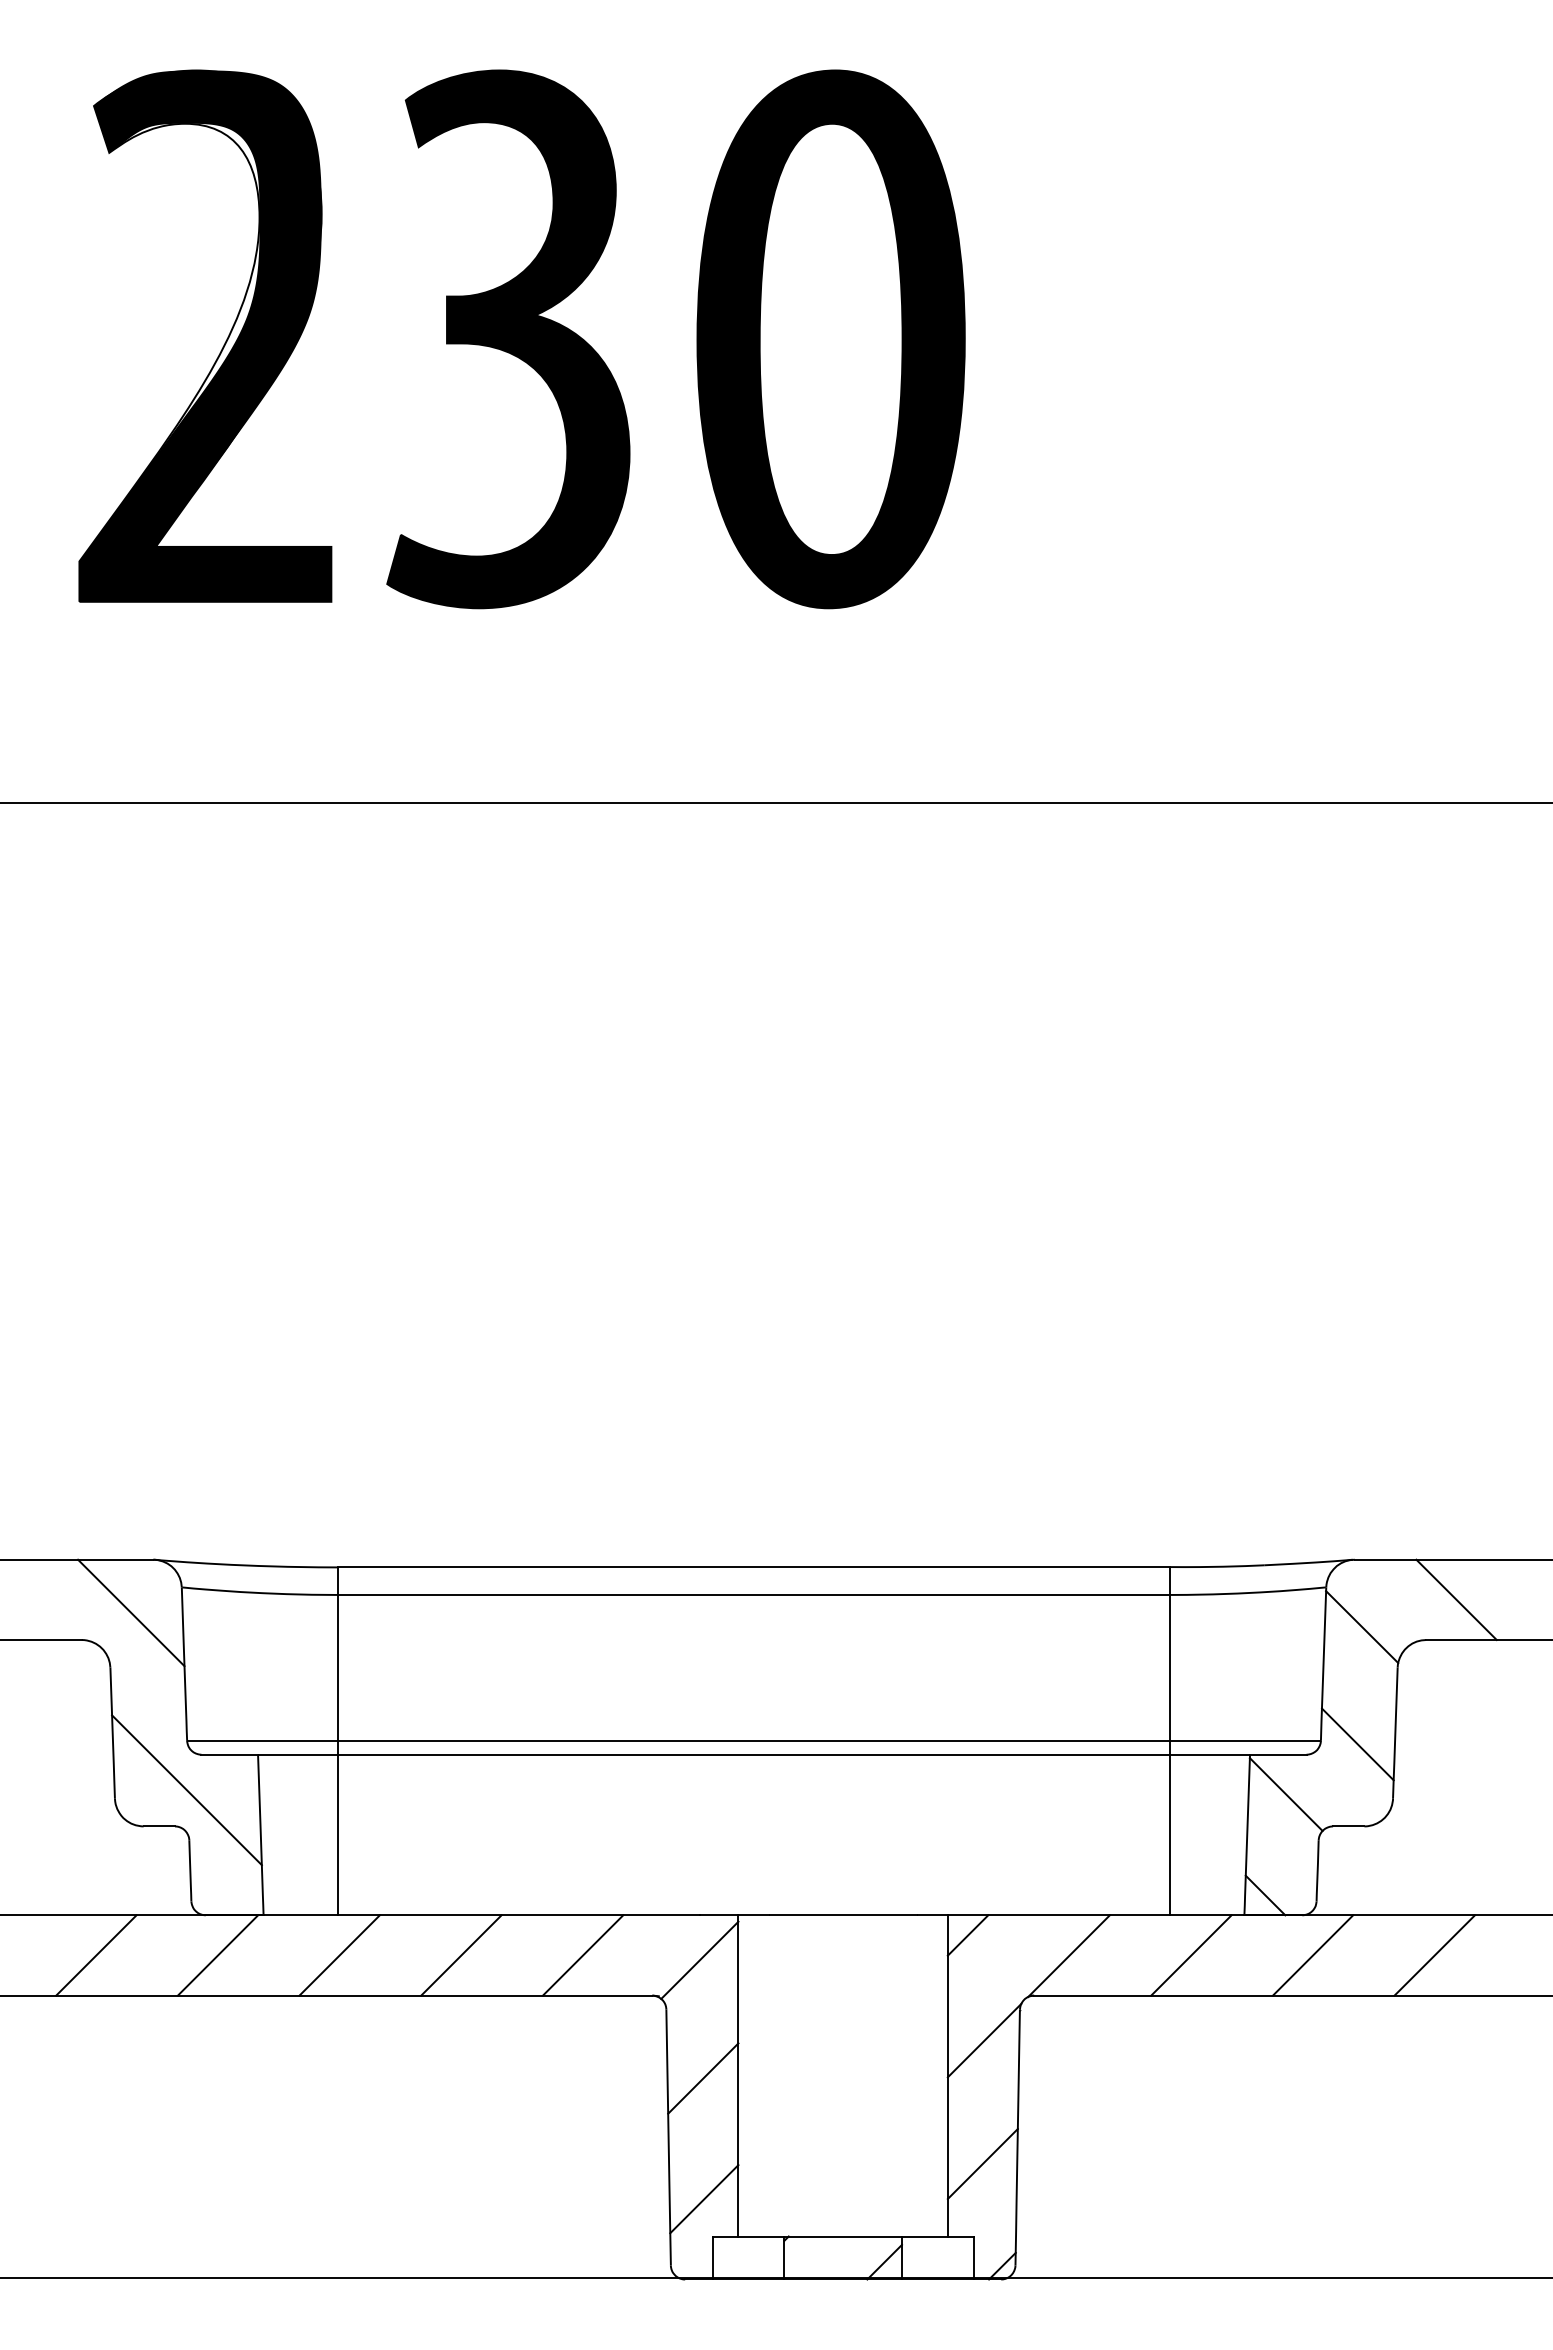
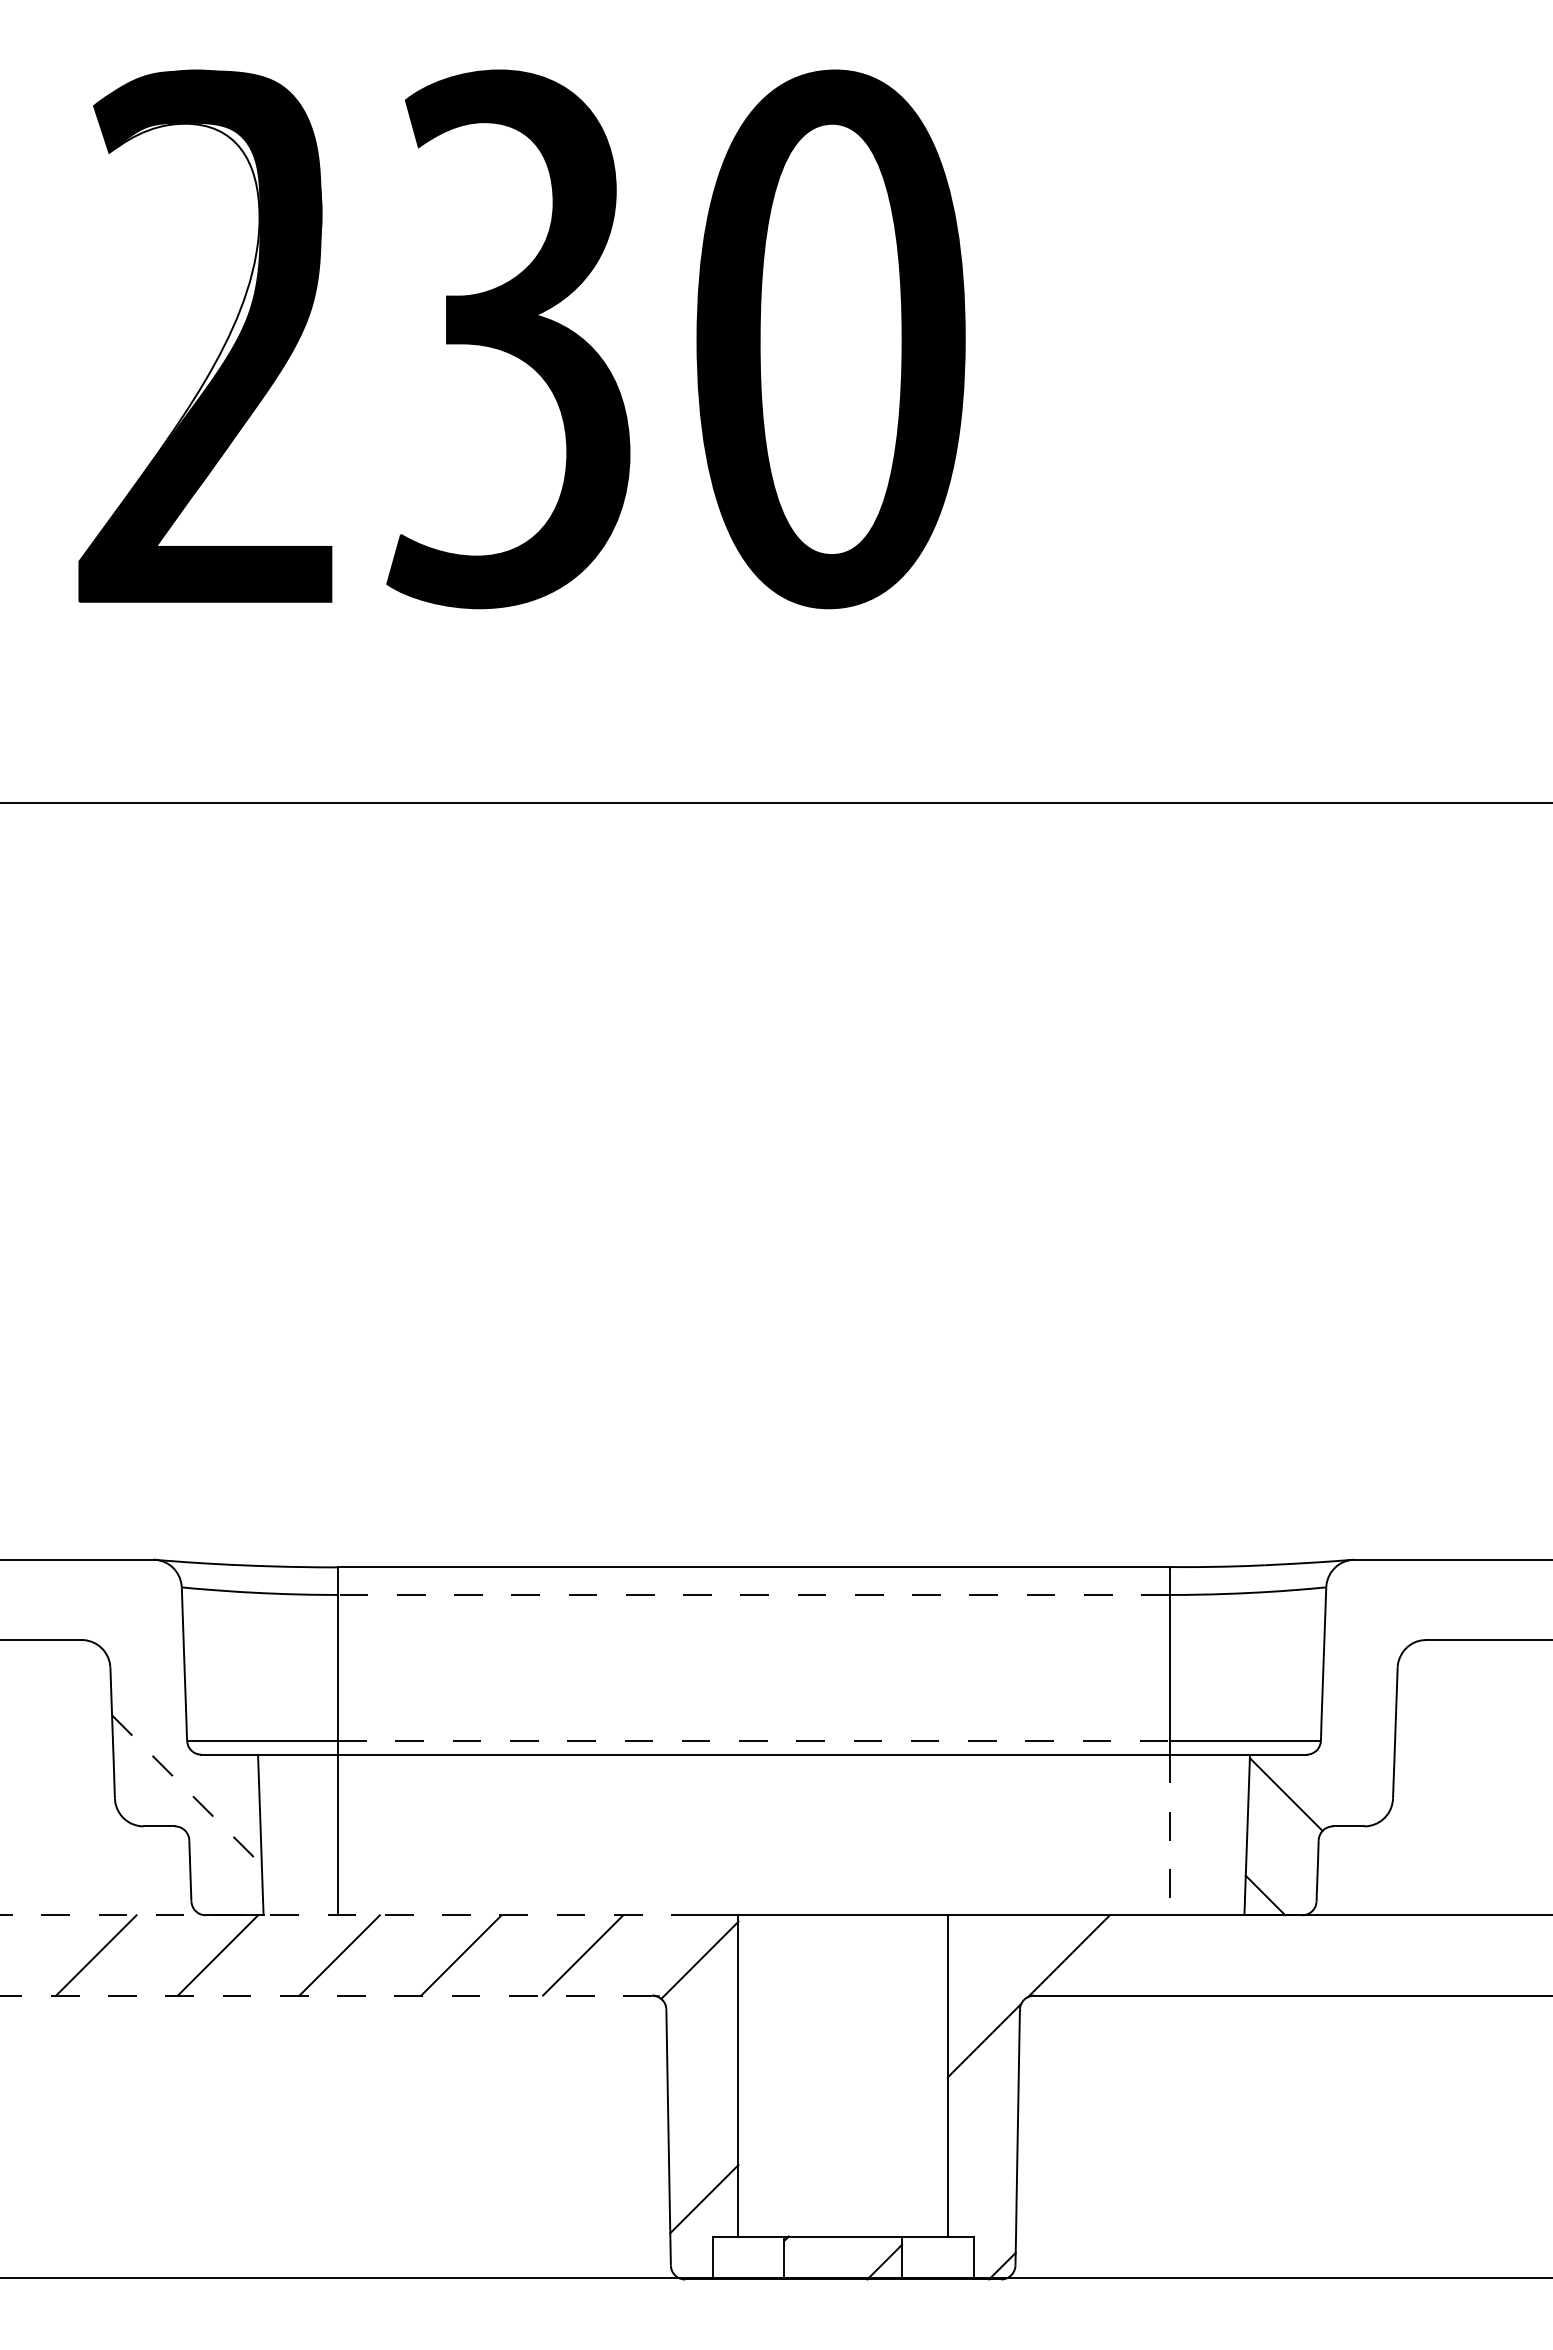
line at (754, 1594): solid -> dashed
line at (1456, 1599): present -> none
line at (131, 1612): present -> none
line at (1362, 1627): present -> none
line at (754, 1740): solid -> dashed
line at (1357, 1744): present -> none
line at (186, 1790): solid -> dashed
line at (1169, 1835): solid -> dashed
line at (349, 1915): solid -> dashed
line at (967, 1935): present -> none
line at (1191, 1955): present -> none
line at (1312, 1955): present -> none
line at (1434, 1955): present -> none
line at (326, 1995): solid -> dashed
line at (703, 2078): present -> none
line at (982, 2164): present -> none
